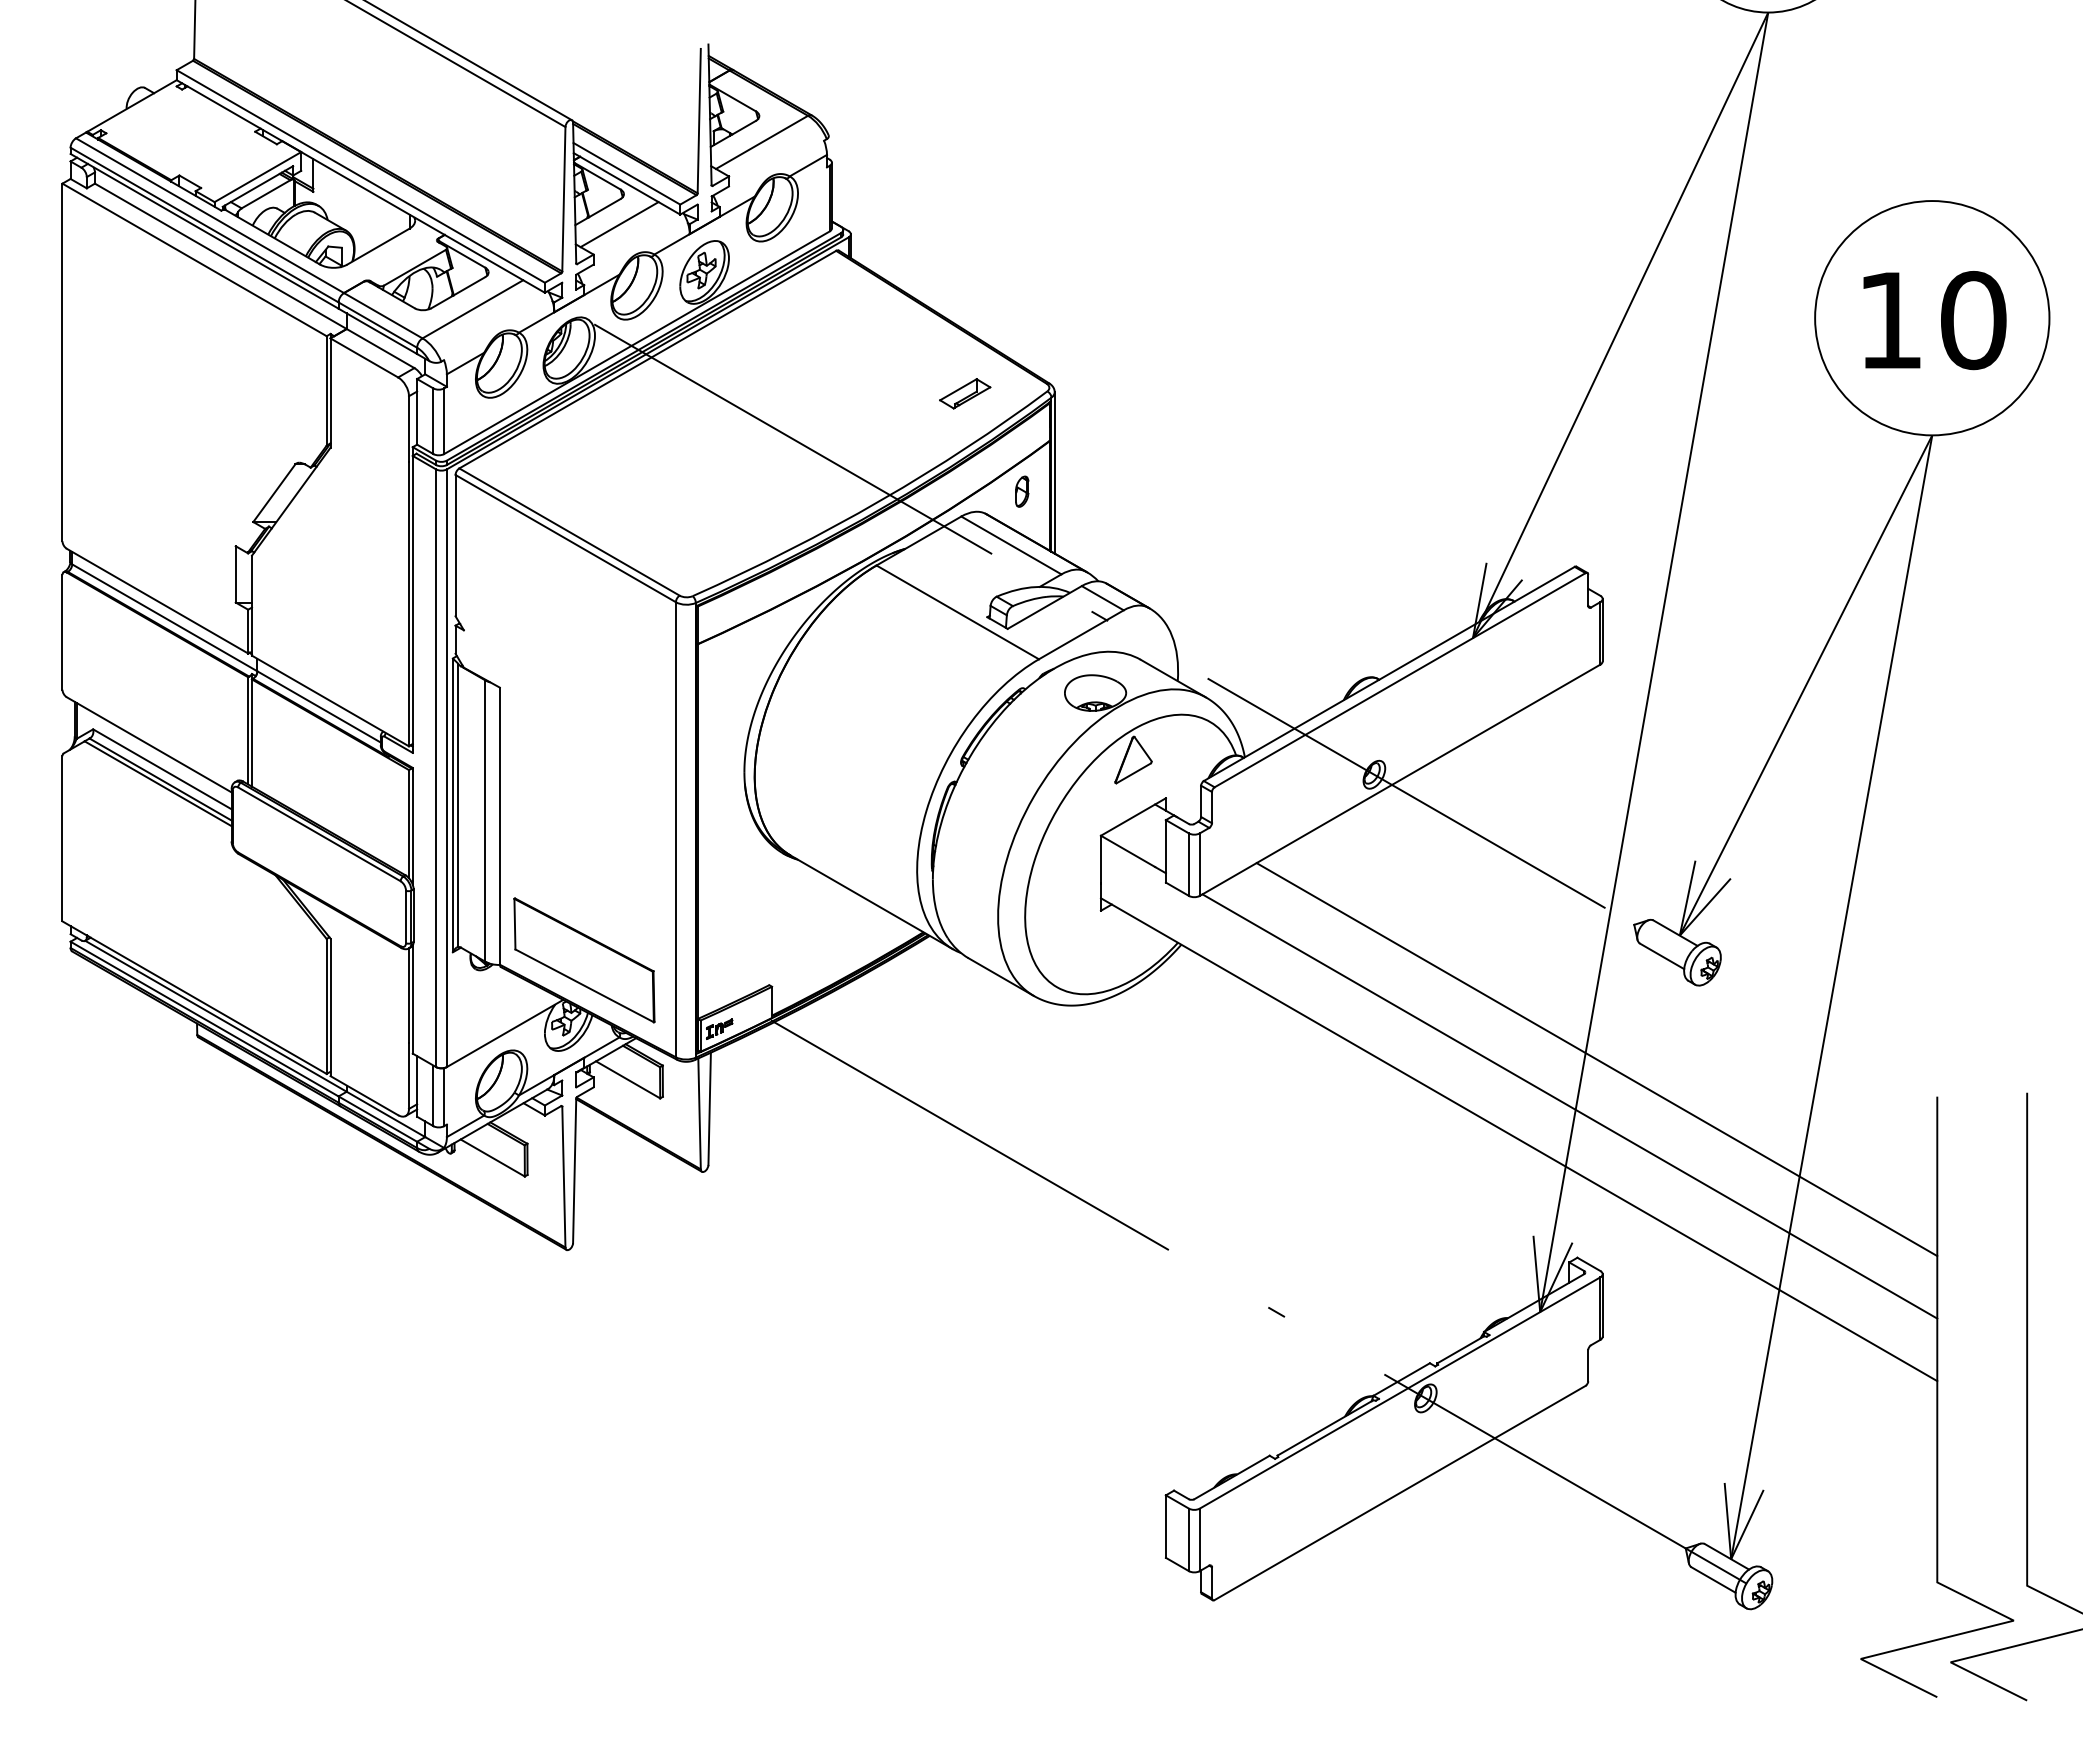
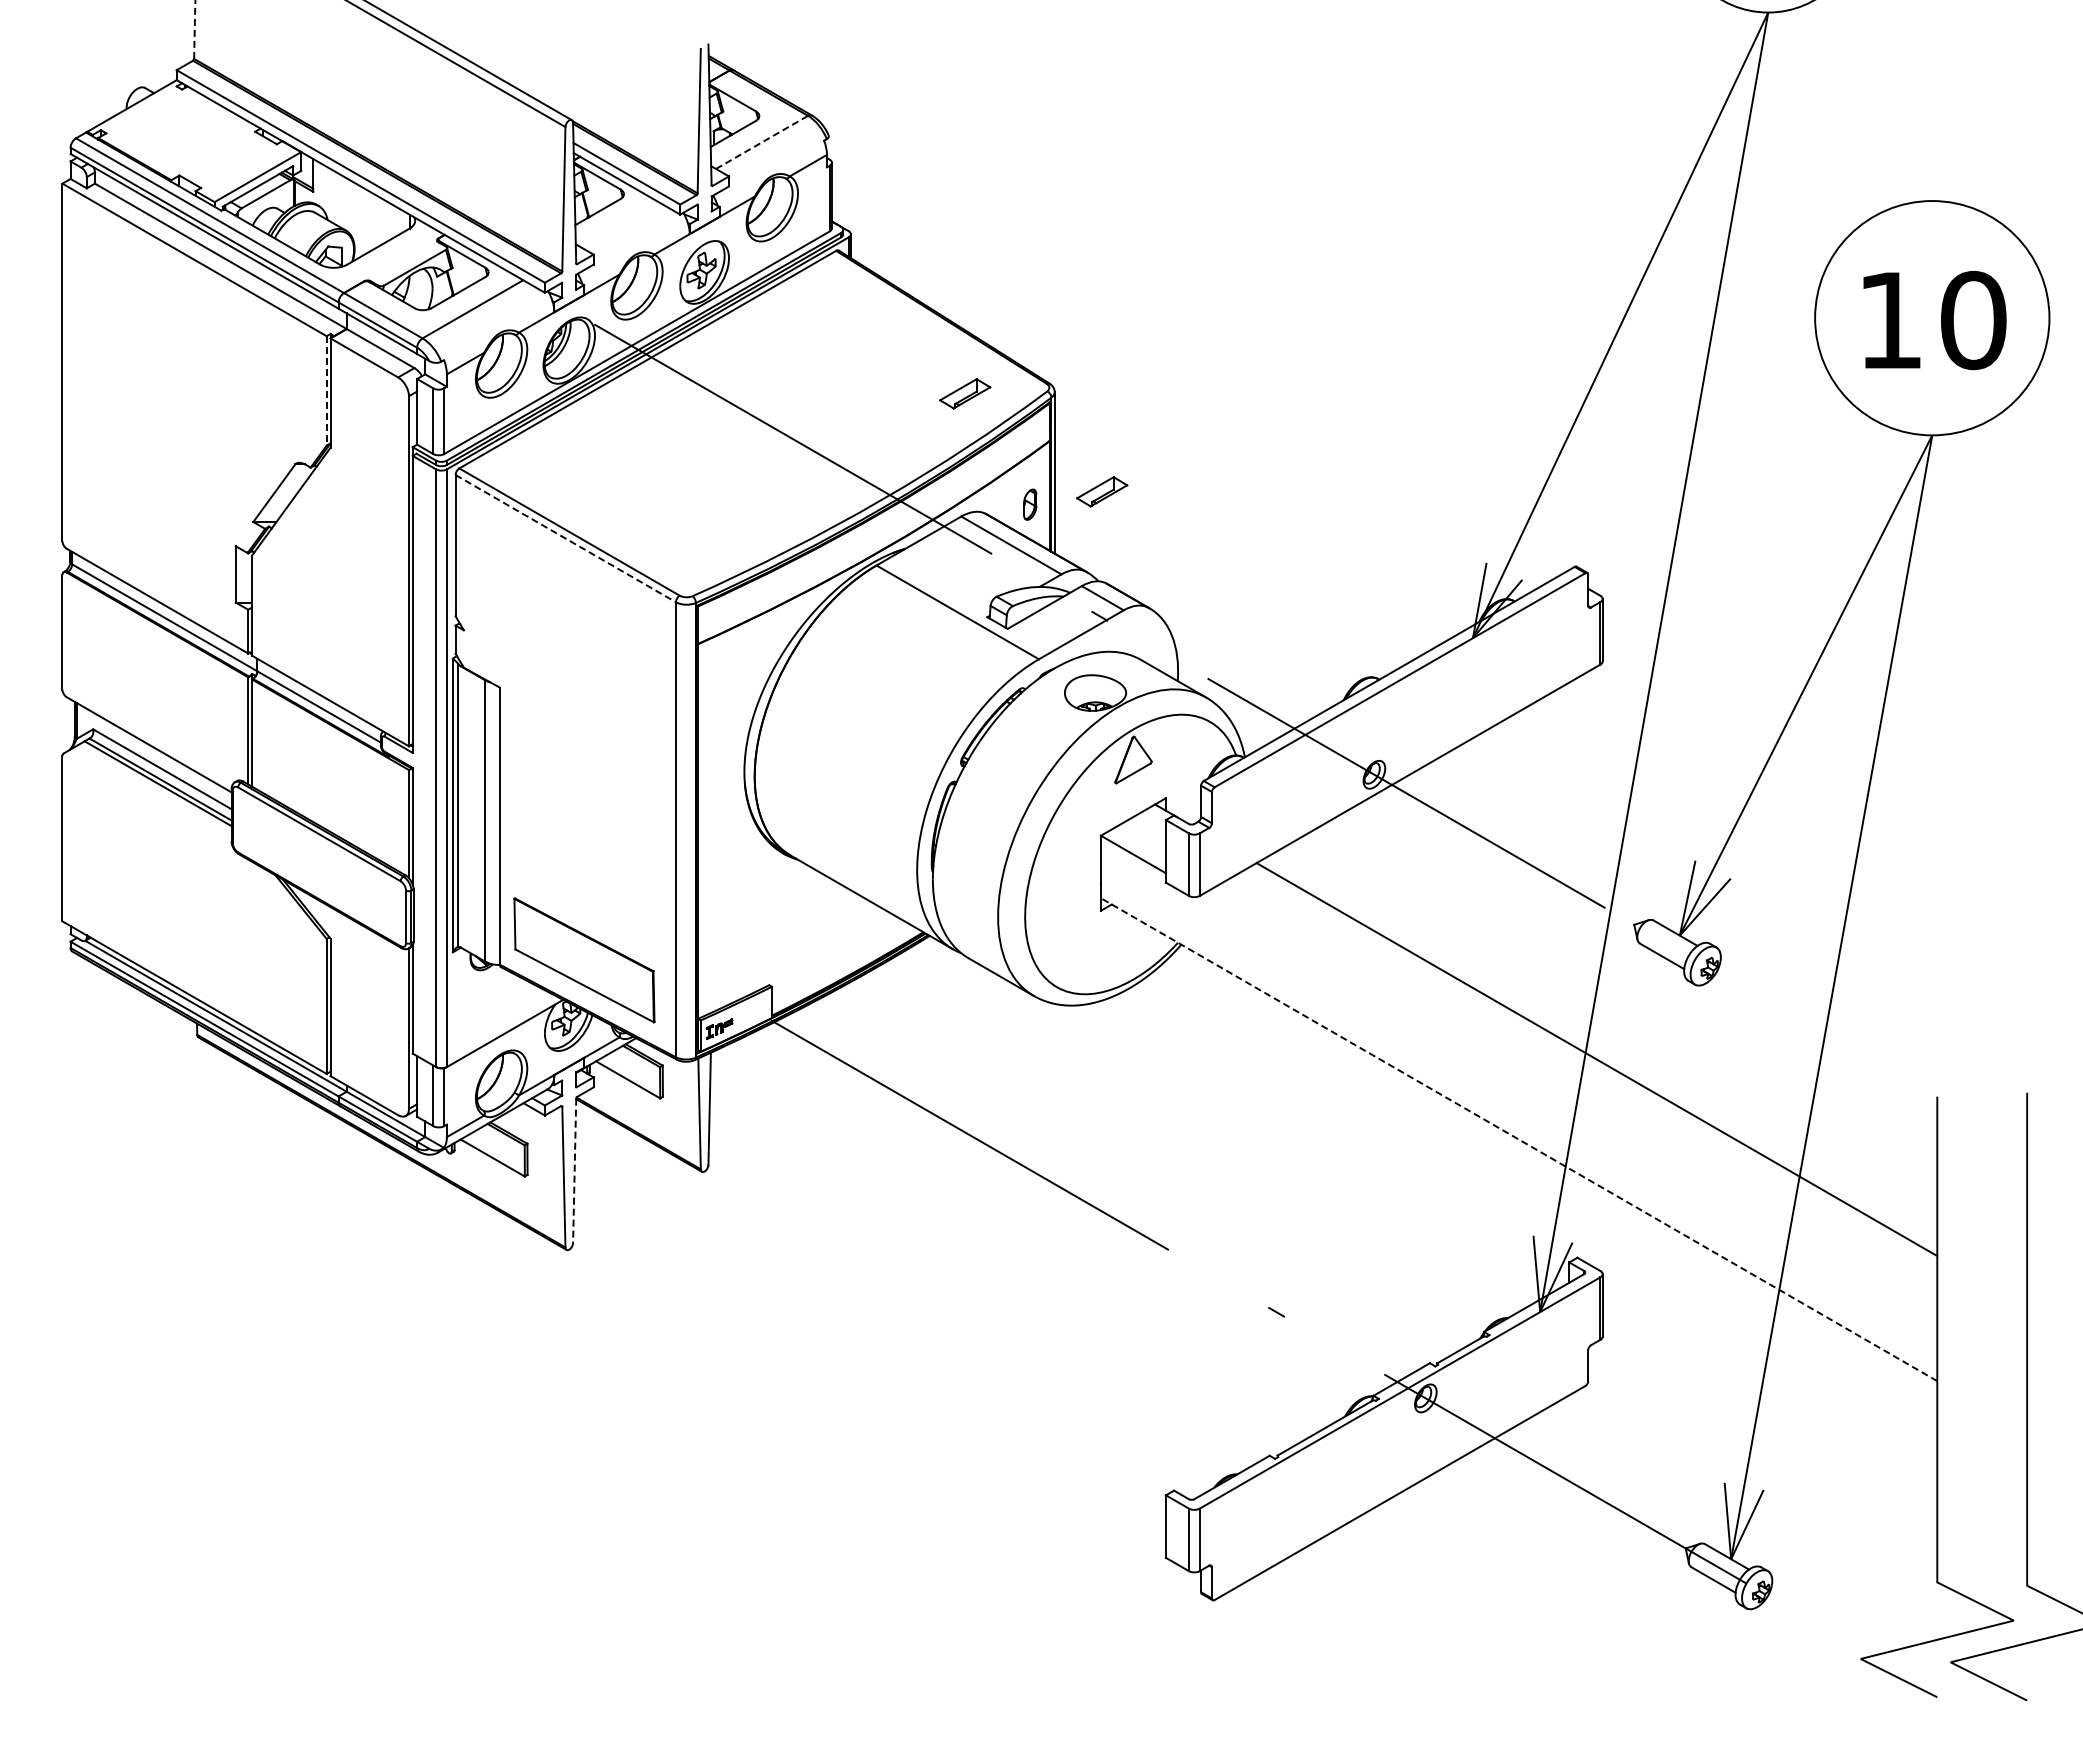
line at (194, 29): solid -> dashed
line at (762, 142): solid -> dashed
line at (619, 224): present -> none
line at (326, 390): solid -> dashed
part at (1022, 491) position: (1022, 491) -> (1030, 504)
part at (1102, 491): none -> present
line at (566, 538): solid -> dashed
line at (1569, 1106): present -> none
line at (1519, 1139): solid -> dashed
line at (574, 1171): solid -> dashed
